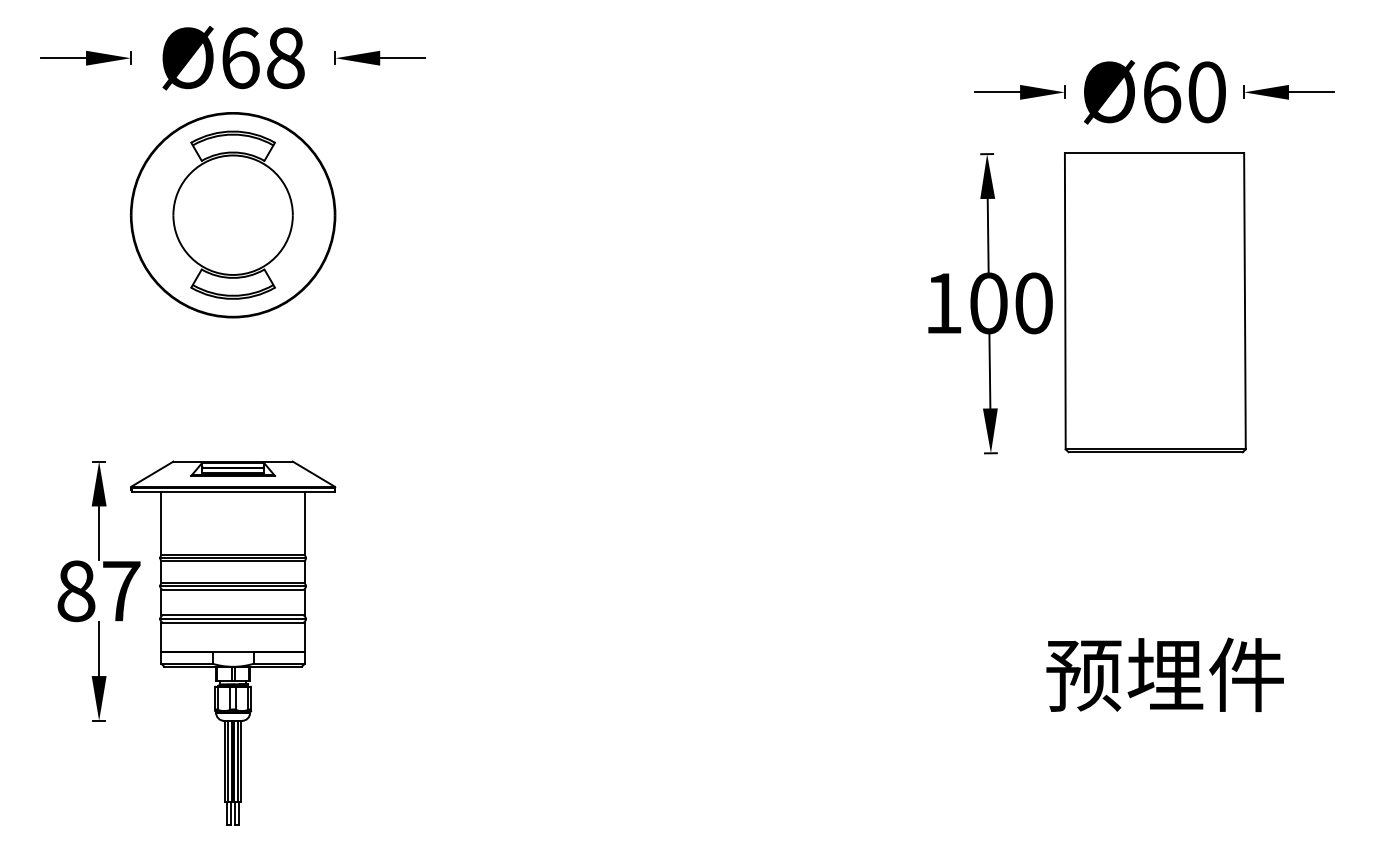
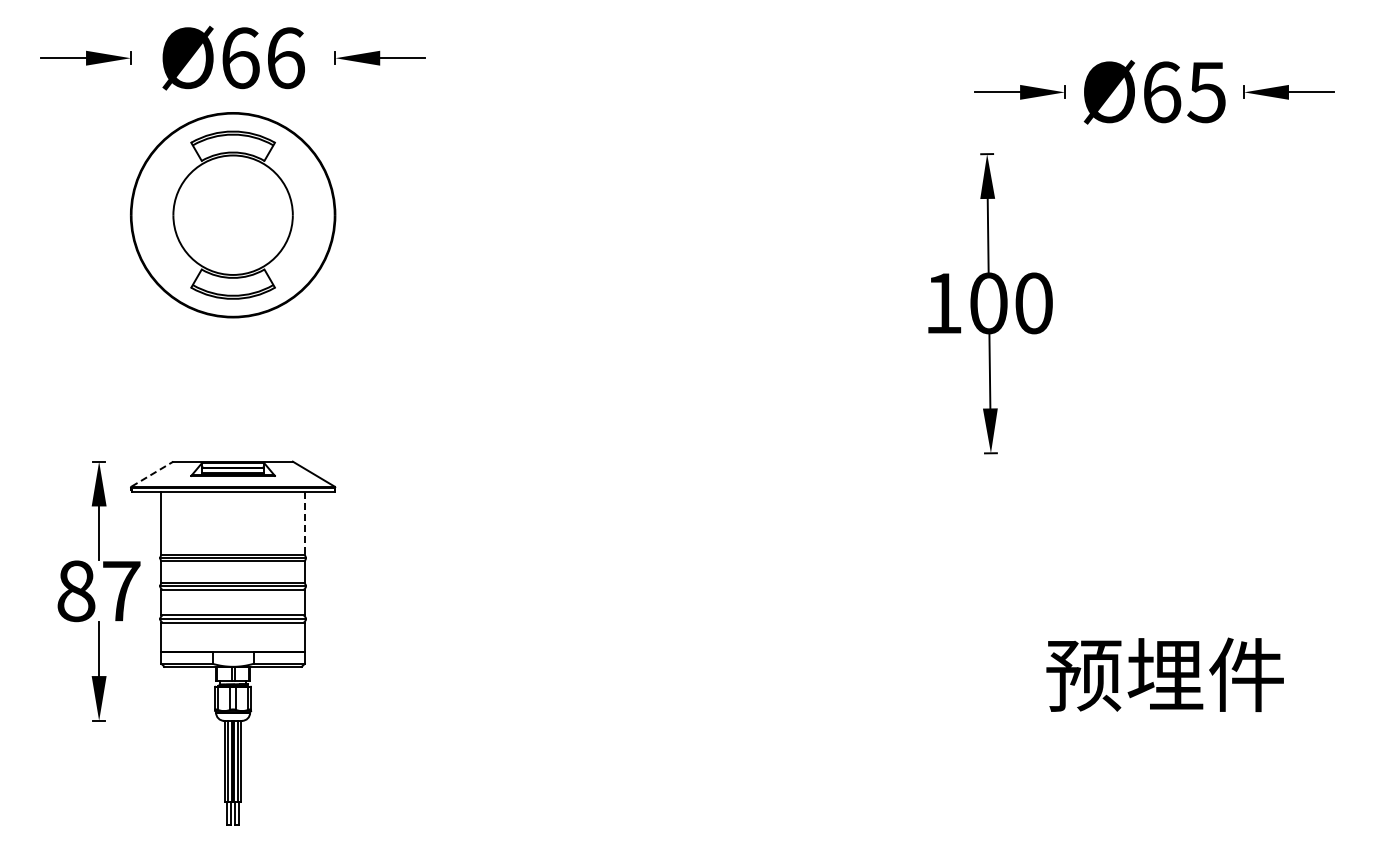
text at (285, 58): Ø68 -> Ø66
text at (1206, 92): Ø60 -> Ø65
part at (1155, 302): present -> none
line at (152, 473): solid -> dashed
line at (304, 523): solid -> dashed
